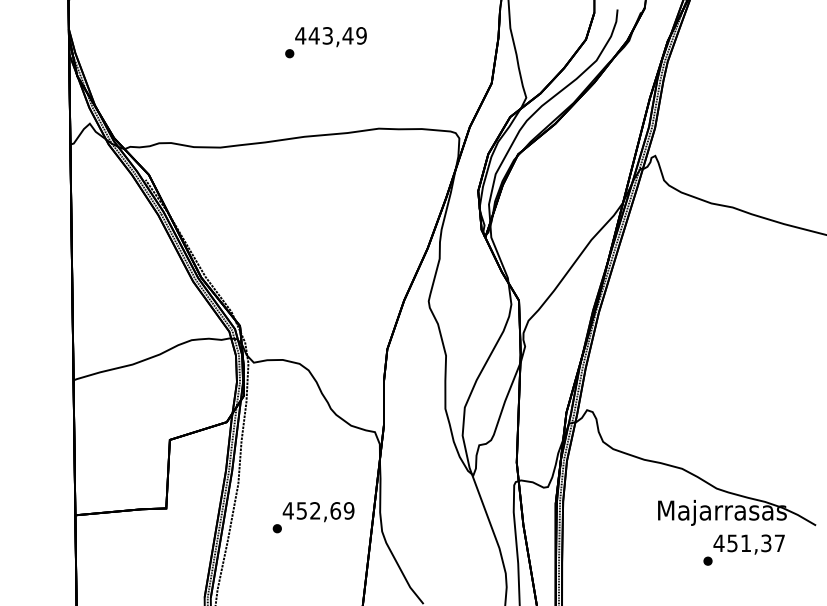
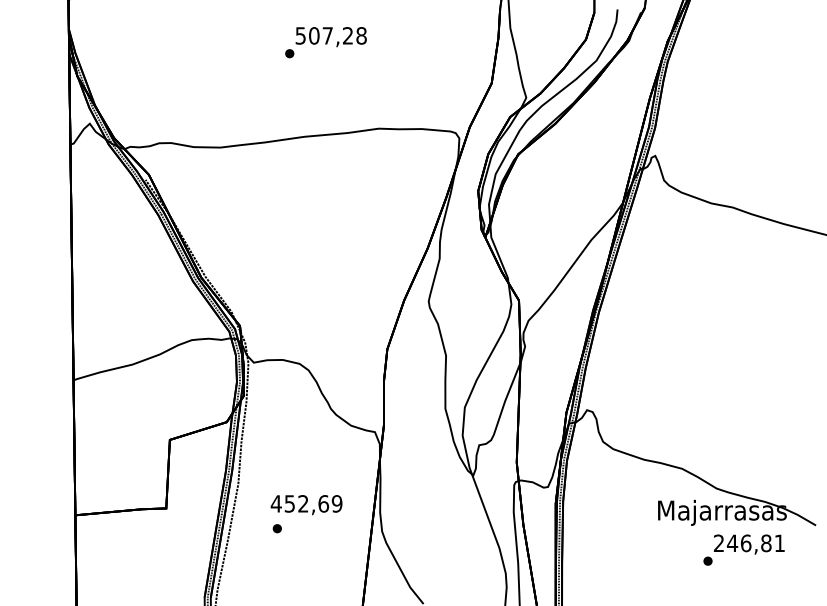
text at (330, 35): 443,49 -> 507,28
text at (318, 512) position: (318, 512) -> (306, 505)
text at (748, 543): 451,37 -> 246,81
